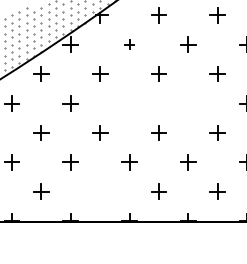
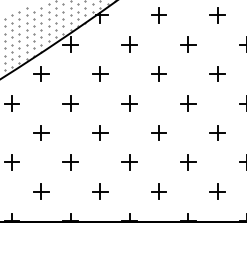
part at (129, 44) size: 11x11 px -> 17x17 px
part at (129, 103): none -> present
part at (188, 103): none -> present
part at (100, 191): none -> present
